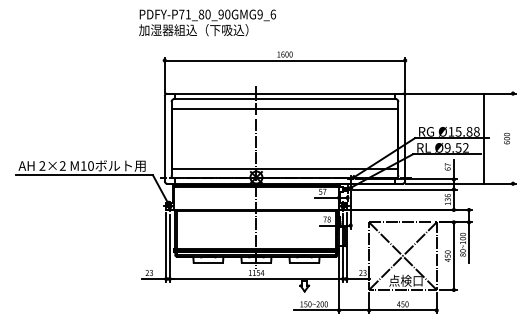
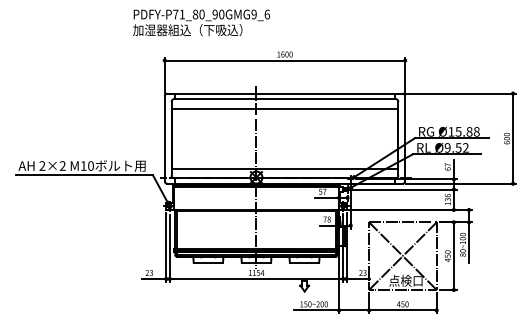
text at (207, 22) position: (207, 22) -> (201, 22)
line at (484, 138) position: (484, 138) -> (513, 138)
